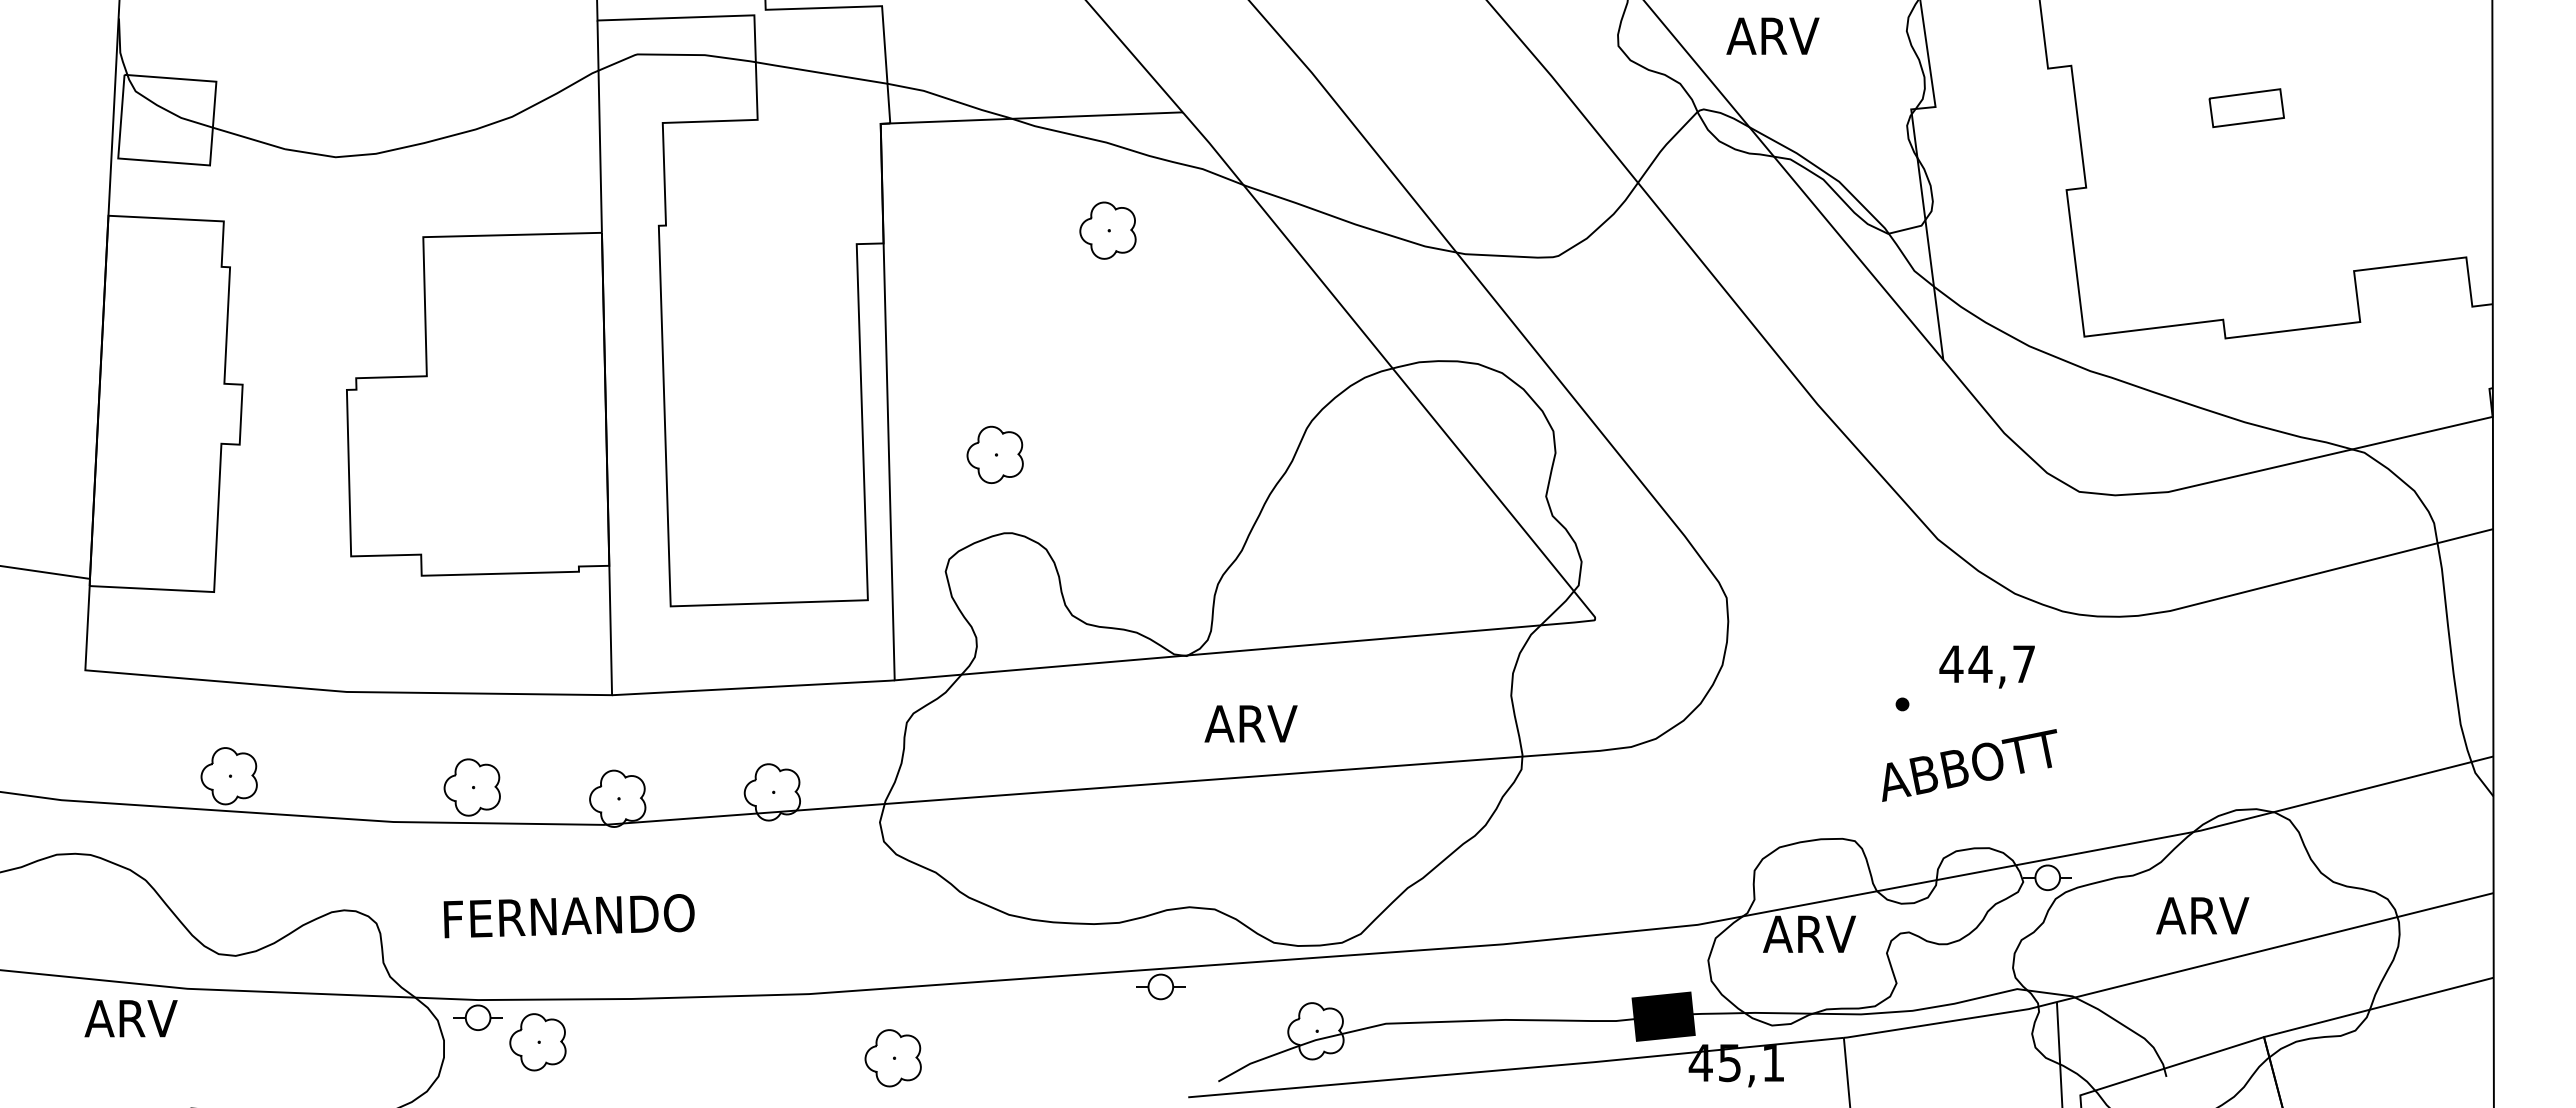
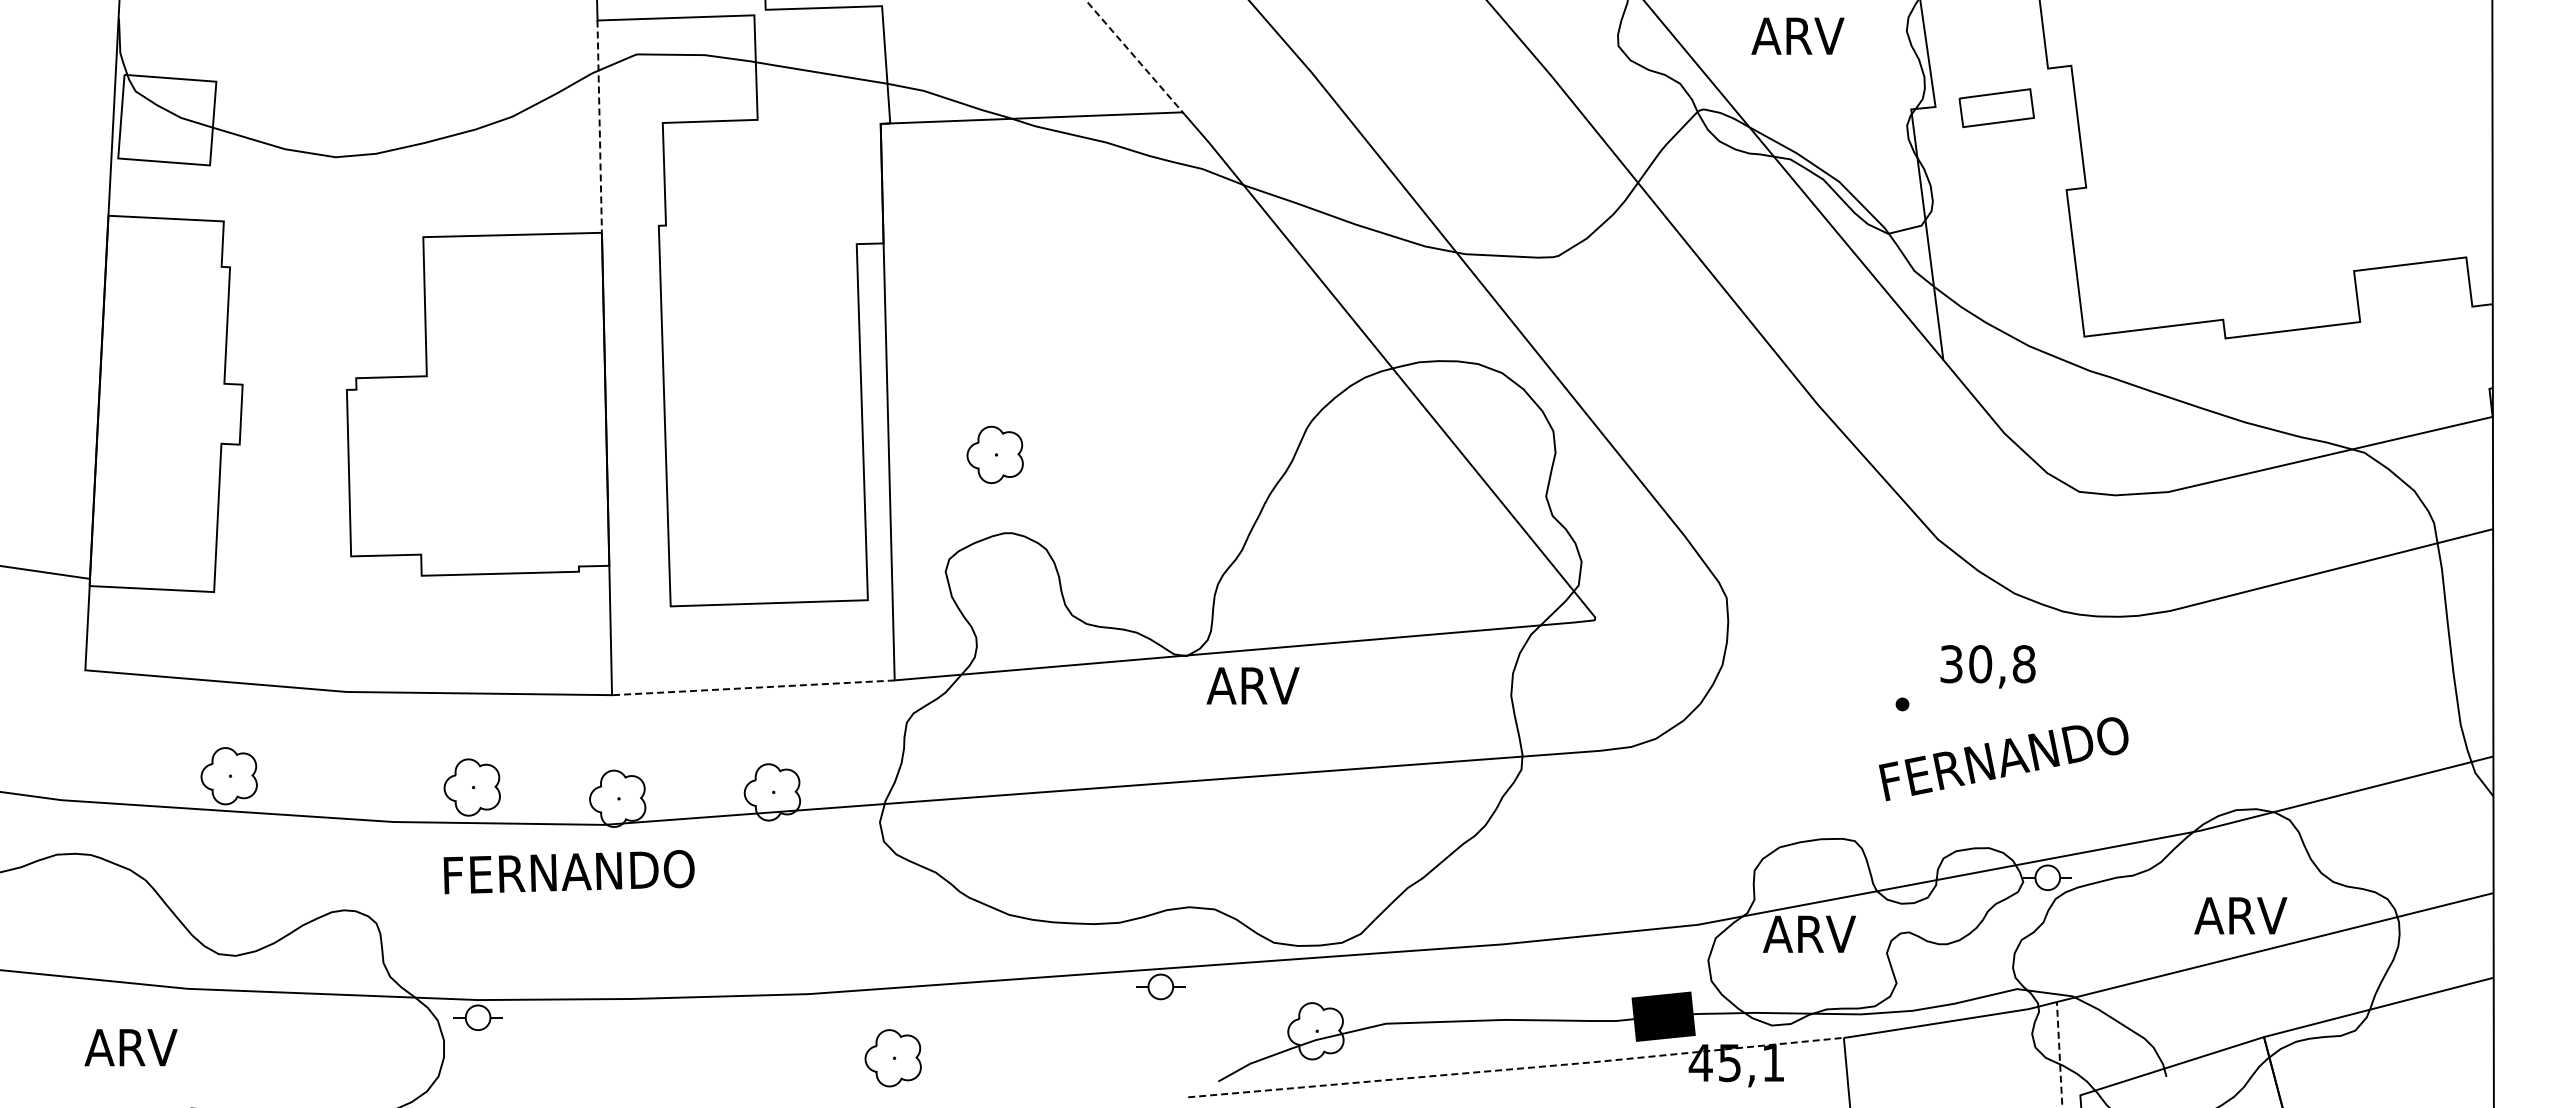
text at (1772, 35) position: (1772, 35) -> (1797, 35)
line at (1134, 56): solid -> dashed
part at (2246, 108) position: (2246, 108) -> (1996, 108)
line at (599, 127): solid -> dashed
part at (1107, 230): present -> none
text at (1987, 664): 44,7 -> 30,8
line at (752, 687): solid -> dashed
text at (1250, 723) position: (1250, 723) -> (1252, 685)
text at (2003, 759): ABBOTT -> FERNANDO
text at (2202, 915) position: (2202, 915) -> (2240, 915)
text at (568, 916) position: (568, 916) -> (568, 872)
text at (130, 1018) position: (130, 1018) -> (130, 1047)
part at (537, 1042): present -> none
line at (2059, 1054): solid -> dashed
line at (1516, 1068): solid -> dashed
